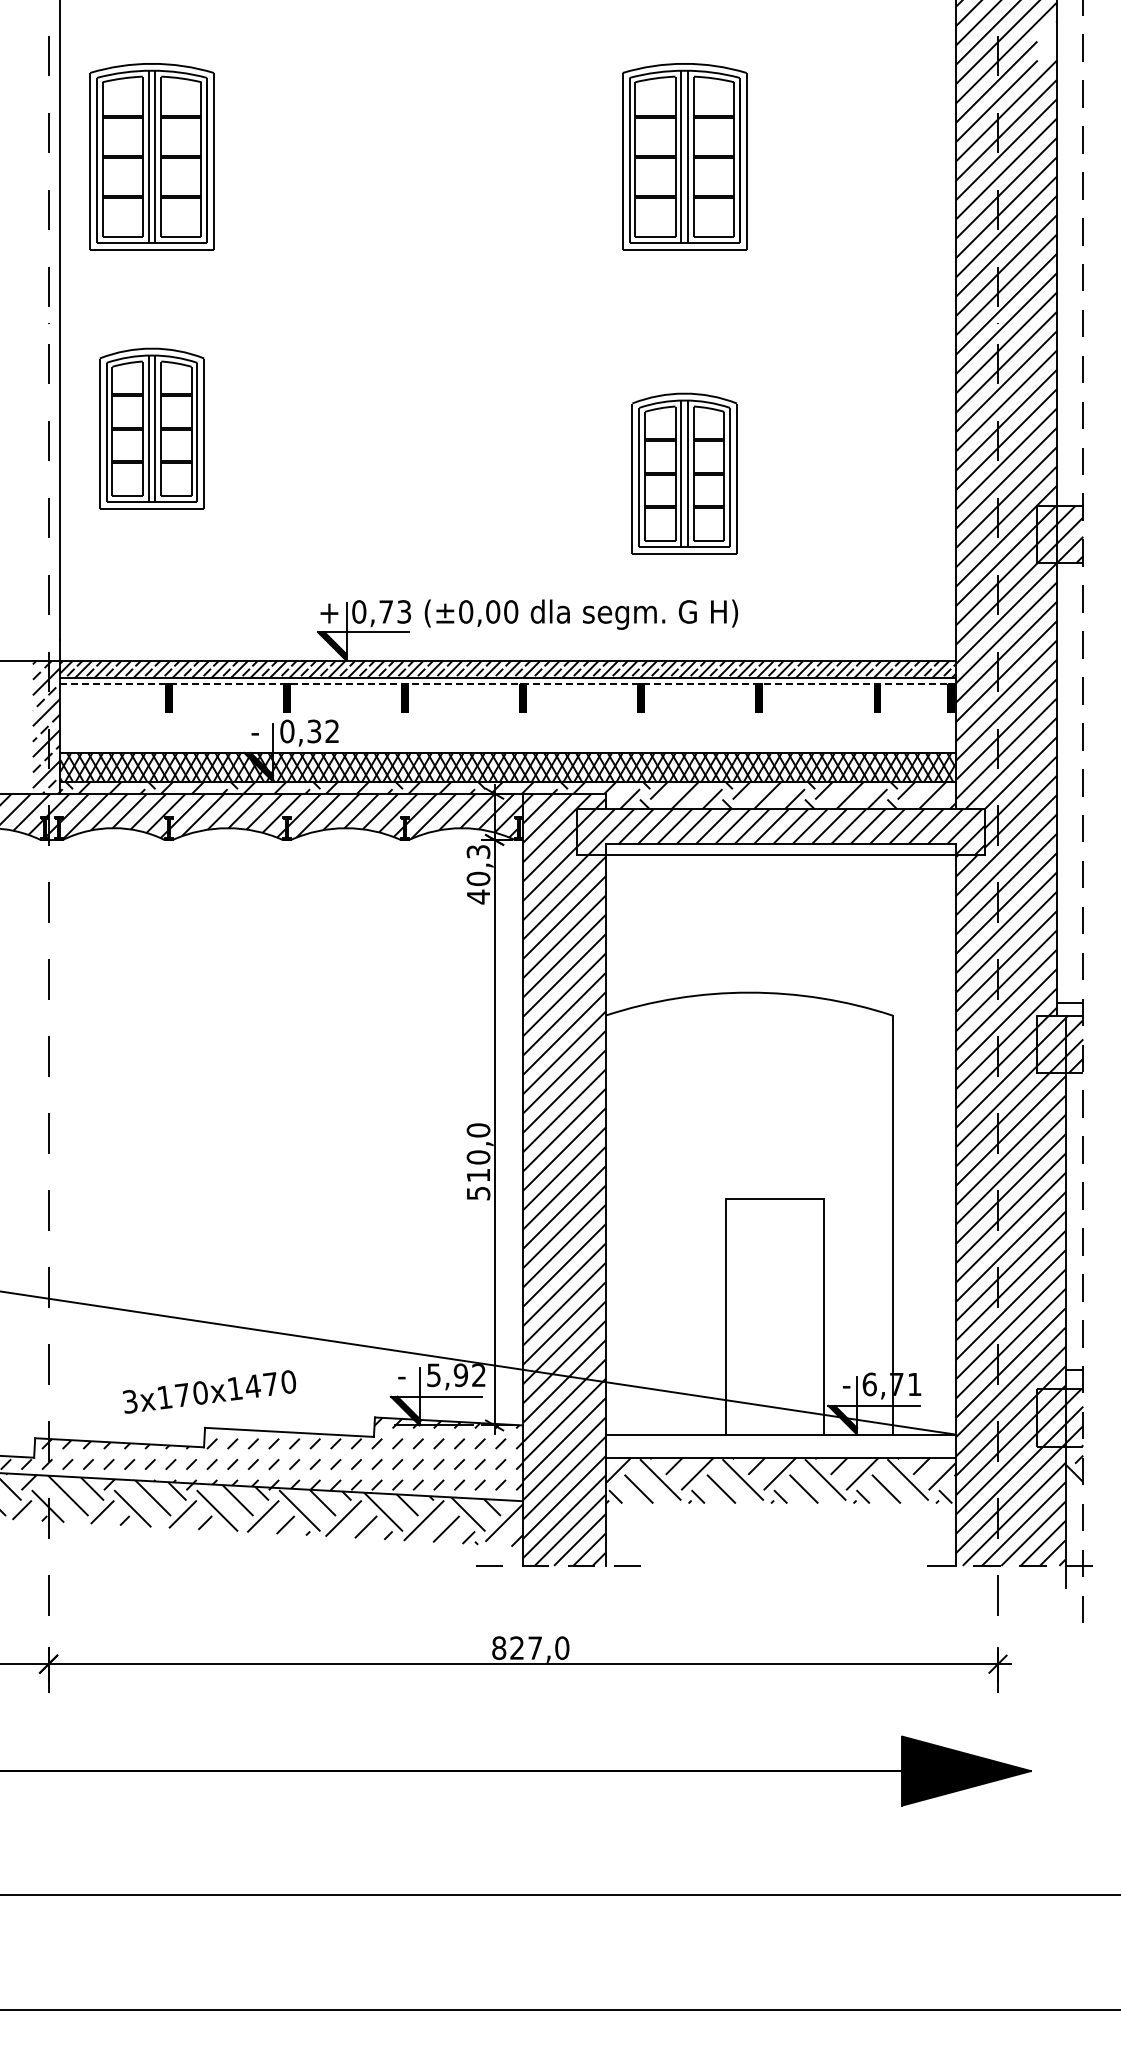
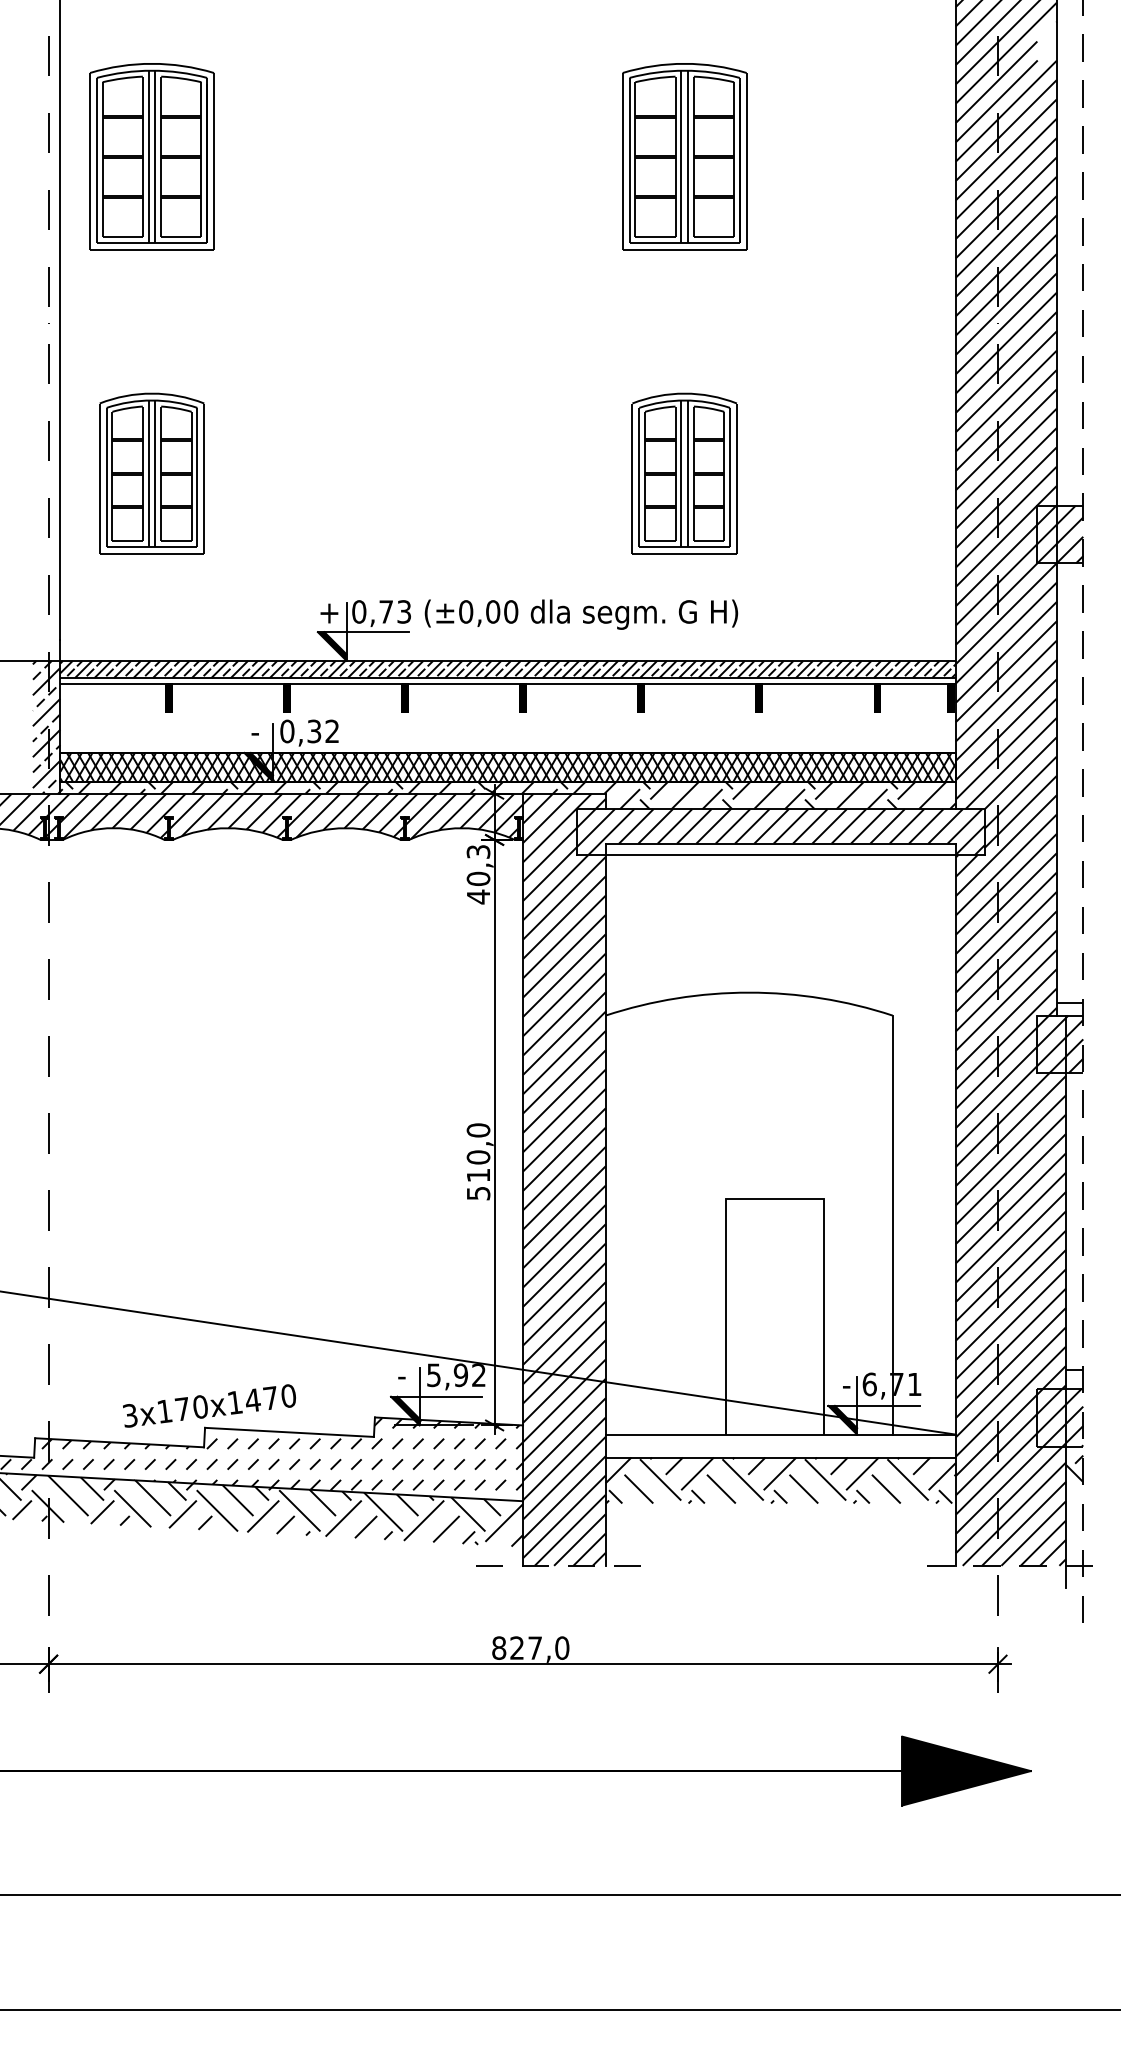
part at (151, 428) position: (151, 428) -> (151, 473)
line at (508, 684): dashed -> solid
text at (209, 1391) position: (209, 1391) -> (209, 1405)
